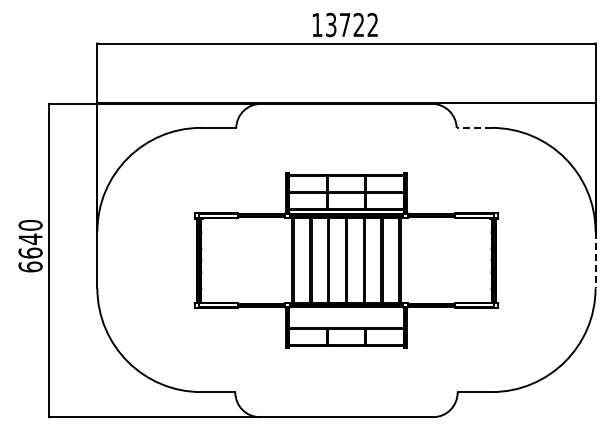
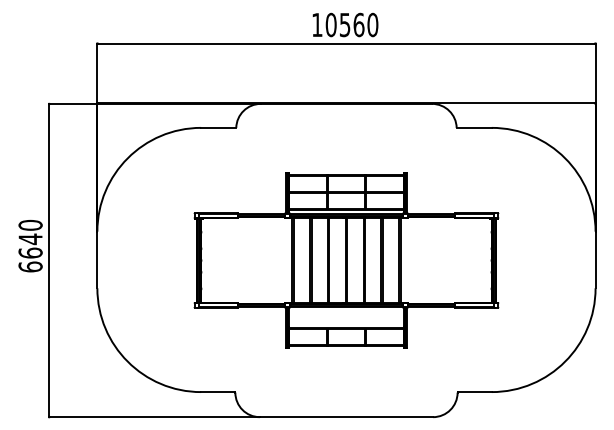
text at (351, 24): 13722 -> 10560
line at (474, 127): dashed -> solid
line at (595, 260): dashed -> solid
